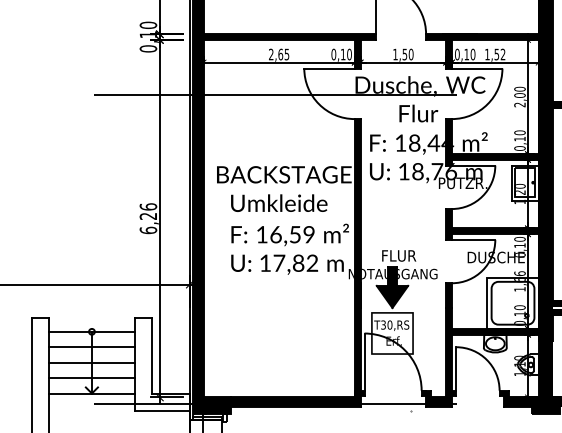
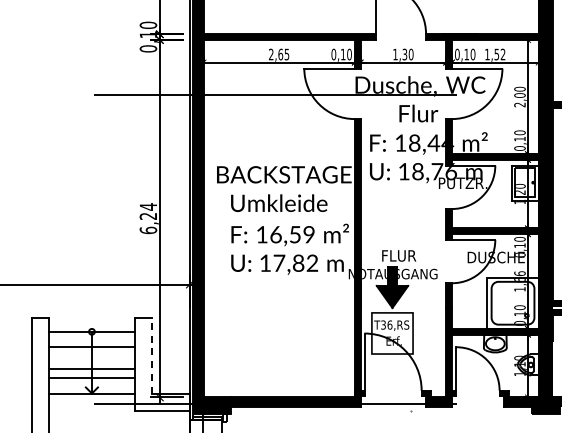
text at (404, 53): 1,50 -> 1,30
text at (148, 206): 6,26 -> 6,24
text at (389, 324): T30,RS -> T36,RS
line at (151, 355): solid -> dashed
line at (91, 362) position: (91, 362) -> (91, 368)
